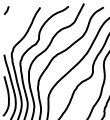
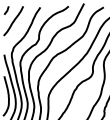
line at (13, 21): none -> present
